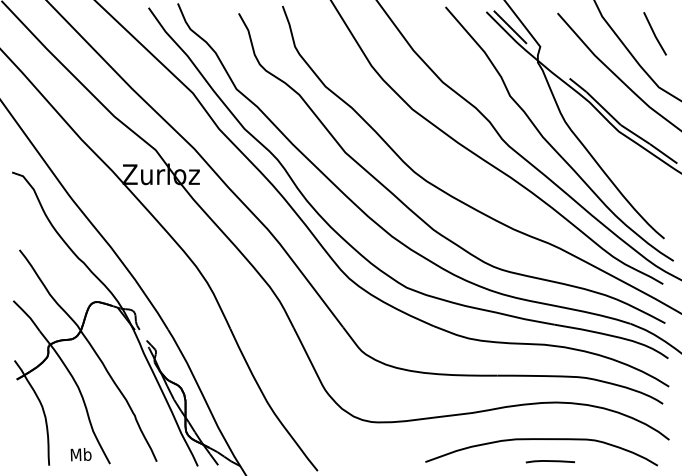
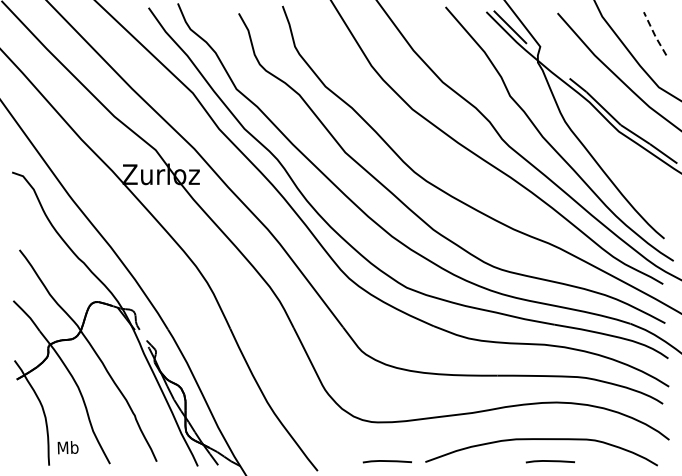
line at (654, 34): solid -> dashed
text at (80, 454) position: (80, 454) -> (67, 447)
line at (386, 461): none -> present
